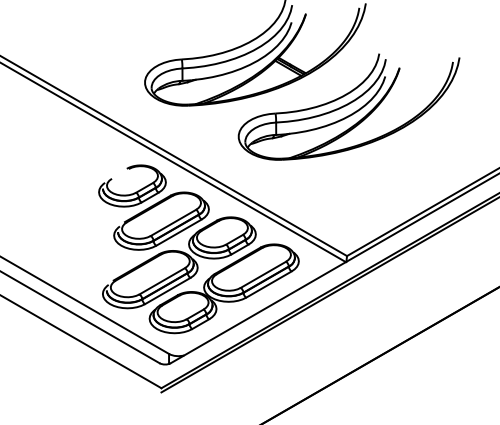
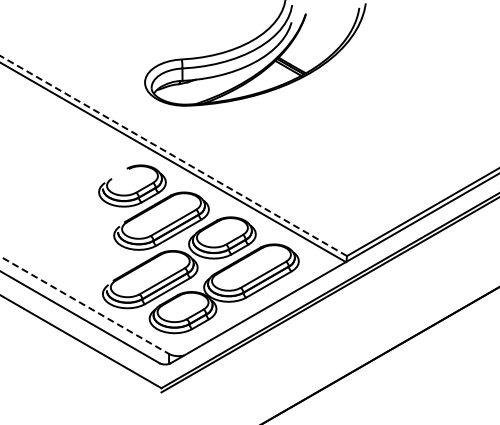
part at (348, 106): present -> none
line at (173, 156): solid -> dashed
line at (85, 305): solid -> dashed
